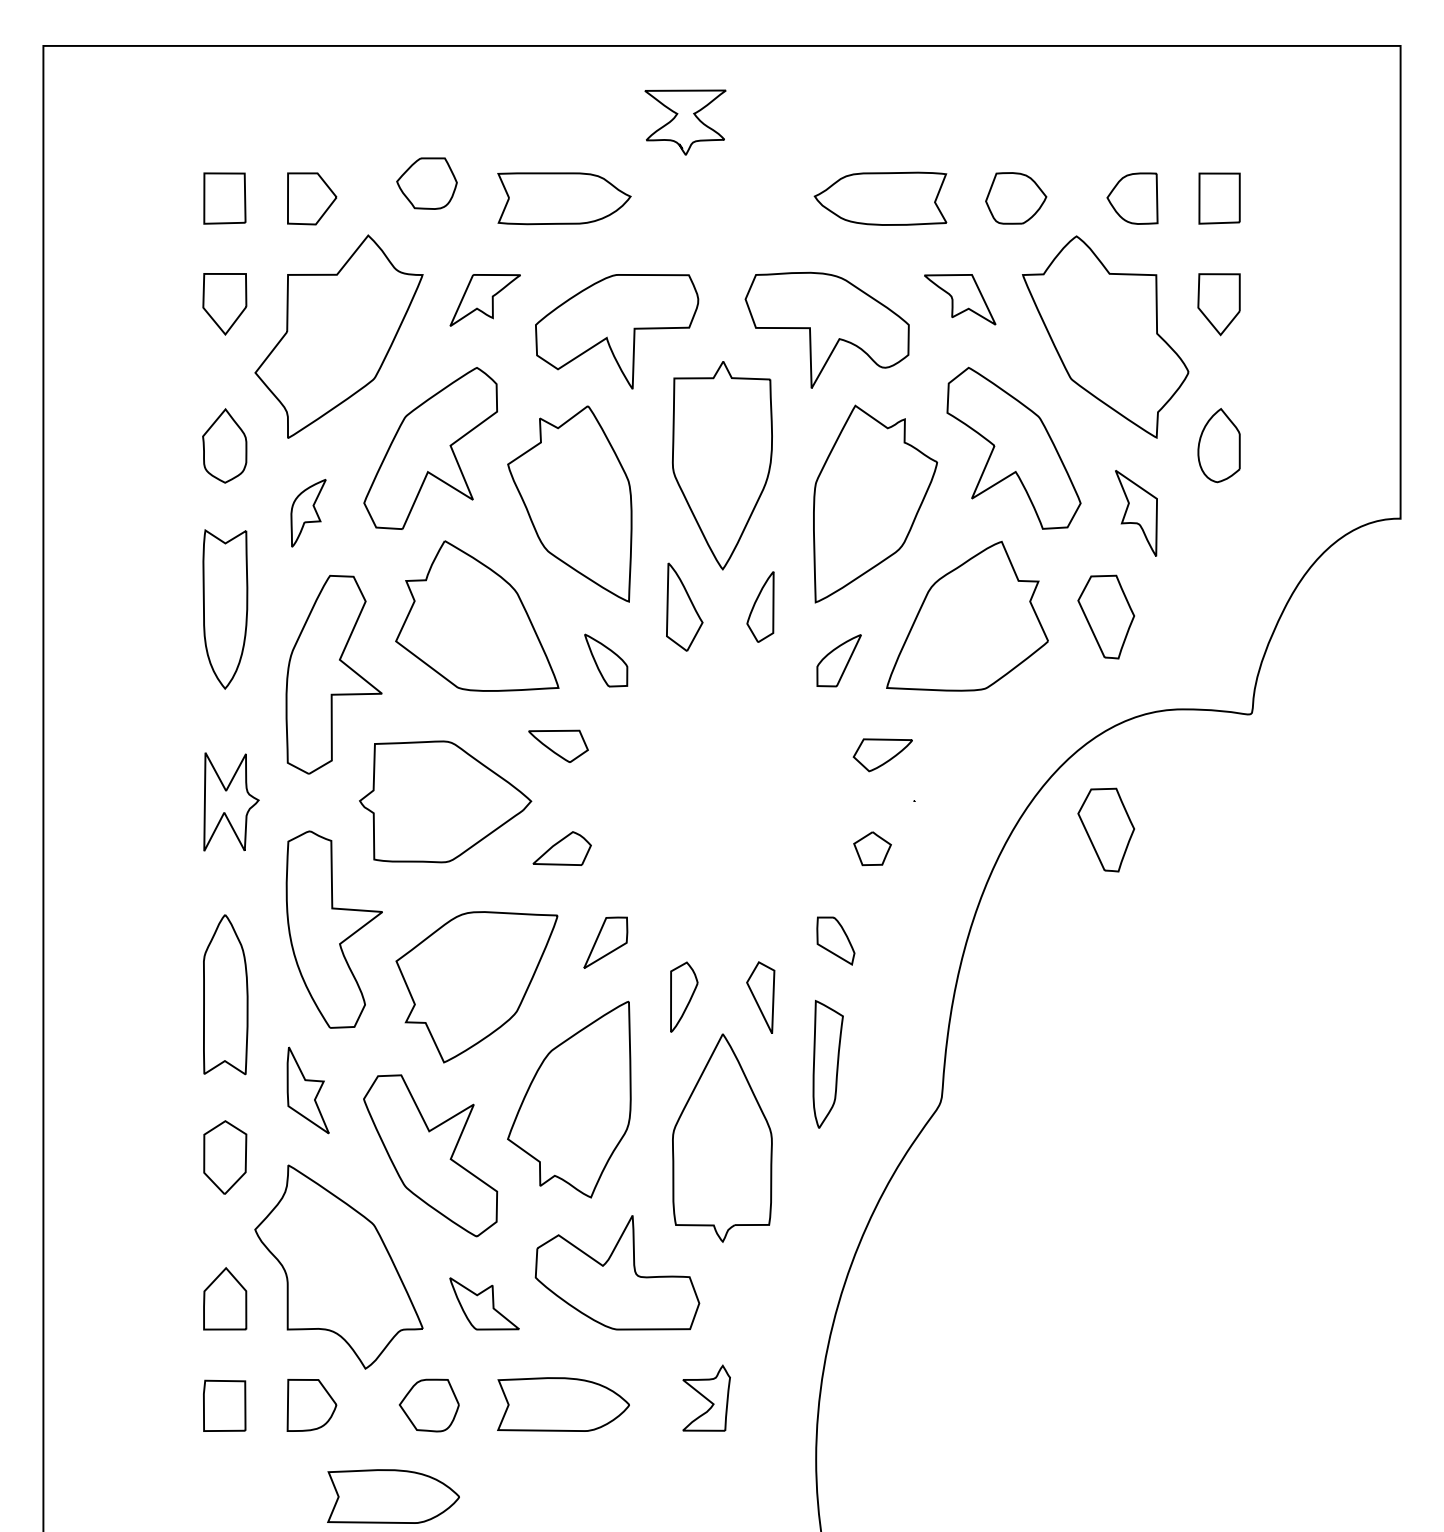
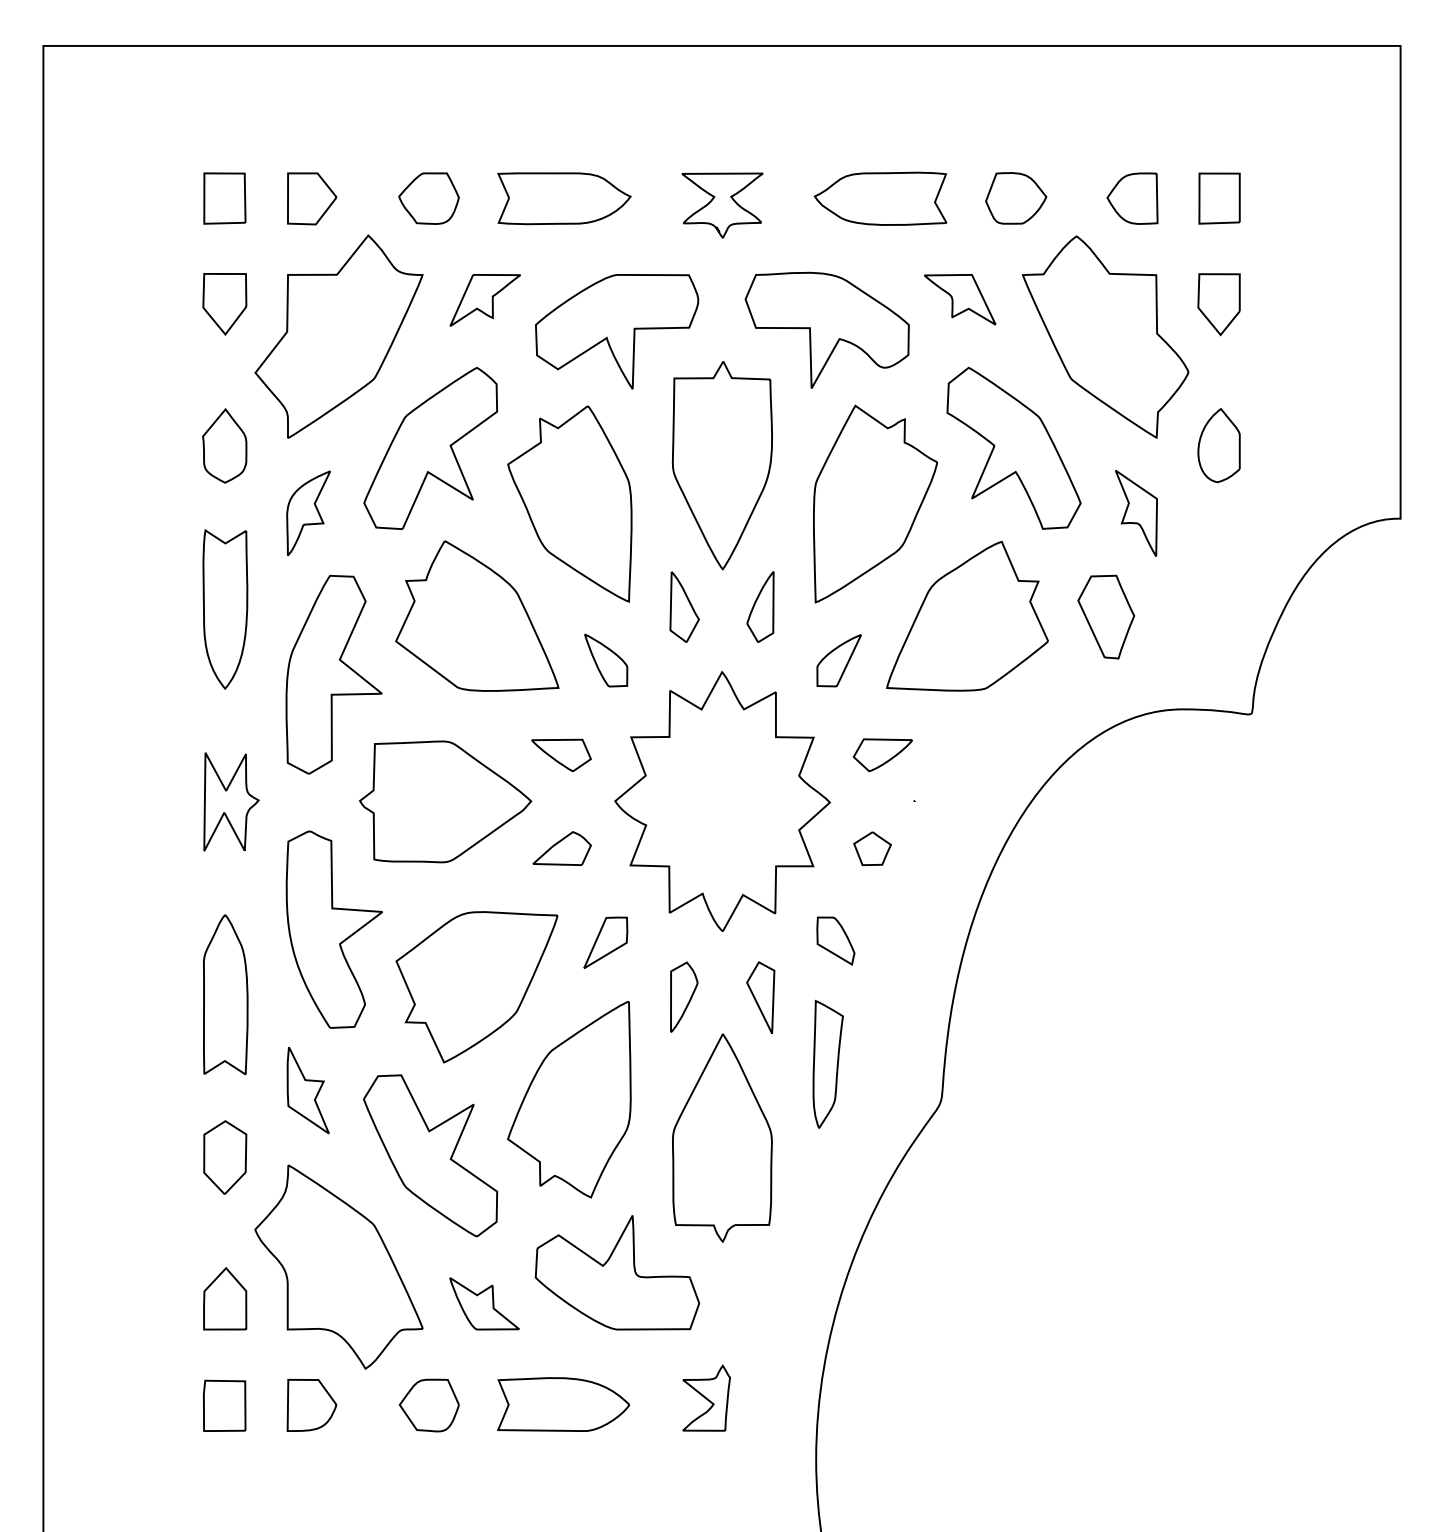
part at (685, 122) position: (685, 122) -> (722, 205)
part at (426, 183) position: (426, 183) -> (428, 198)
part at (308, 513) size: 37x69 px -> 45x86 px
part at (684, 606) size: 38x90 px -> 31x72 px
part at (558, 745) position: (558, 745) -> (561, 754)
part at (722, 800): none -> present
part at (1106, 829): present -> none
part at (393, 1496): present -> none
